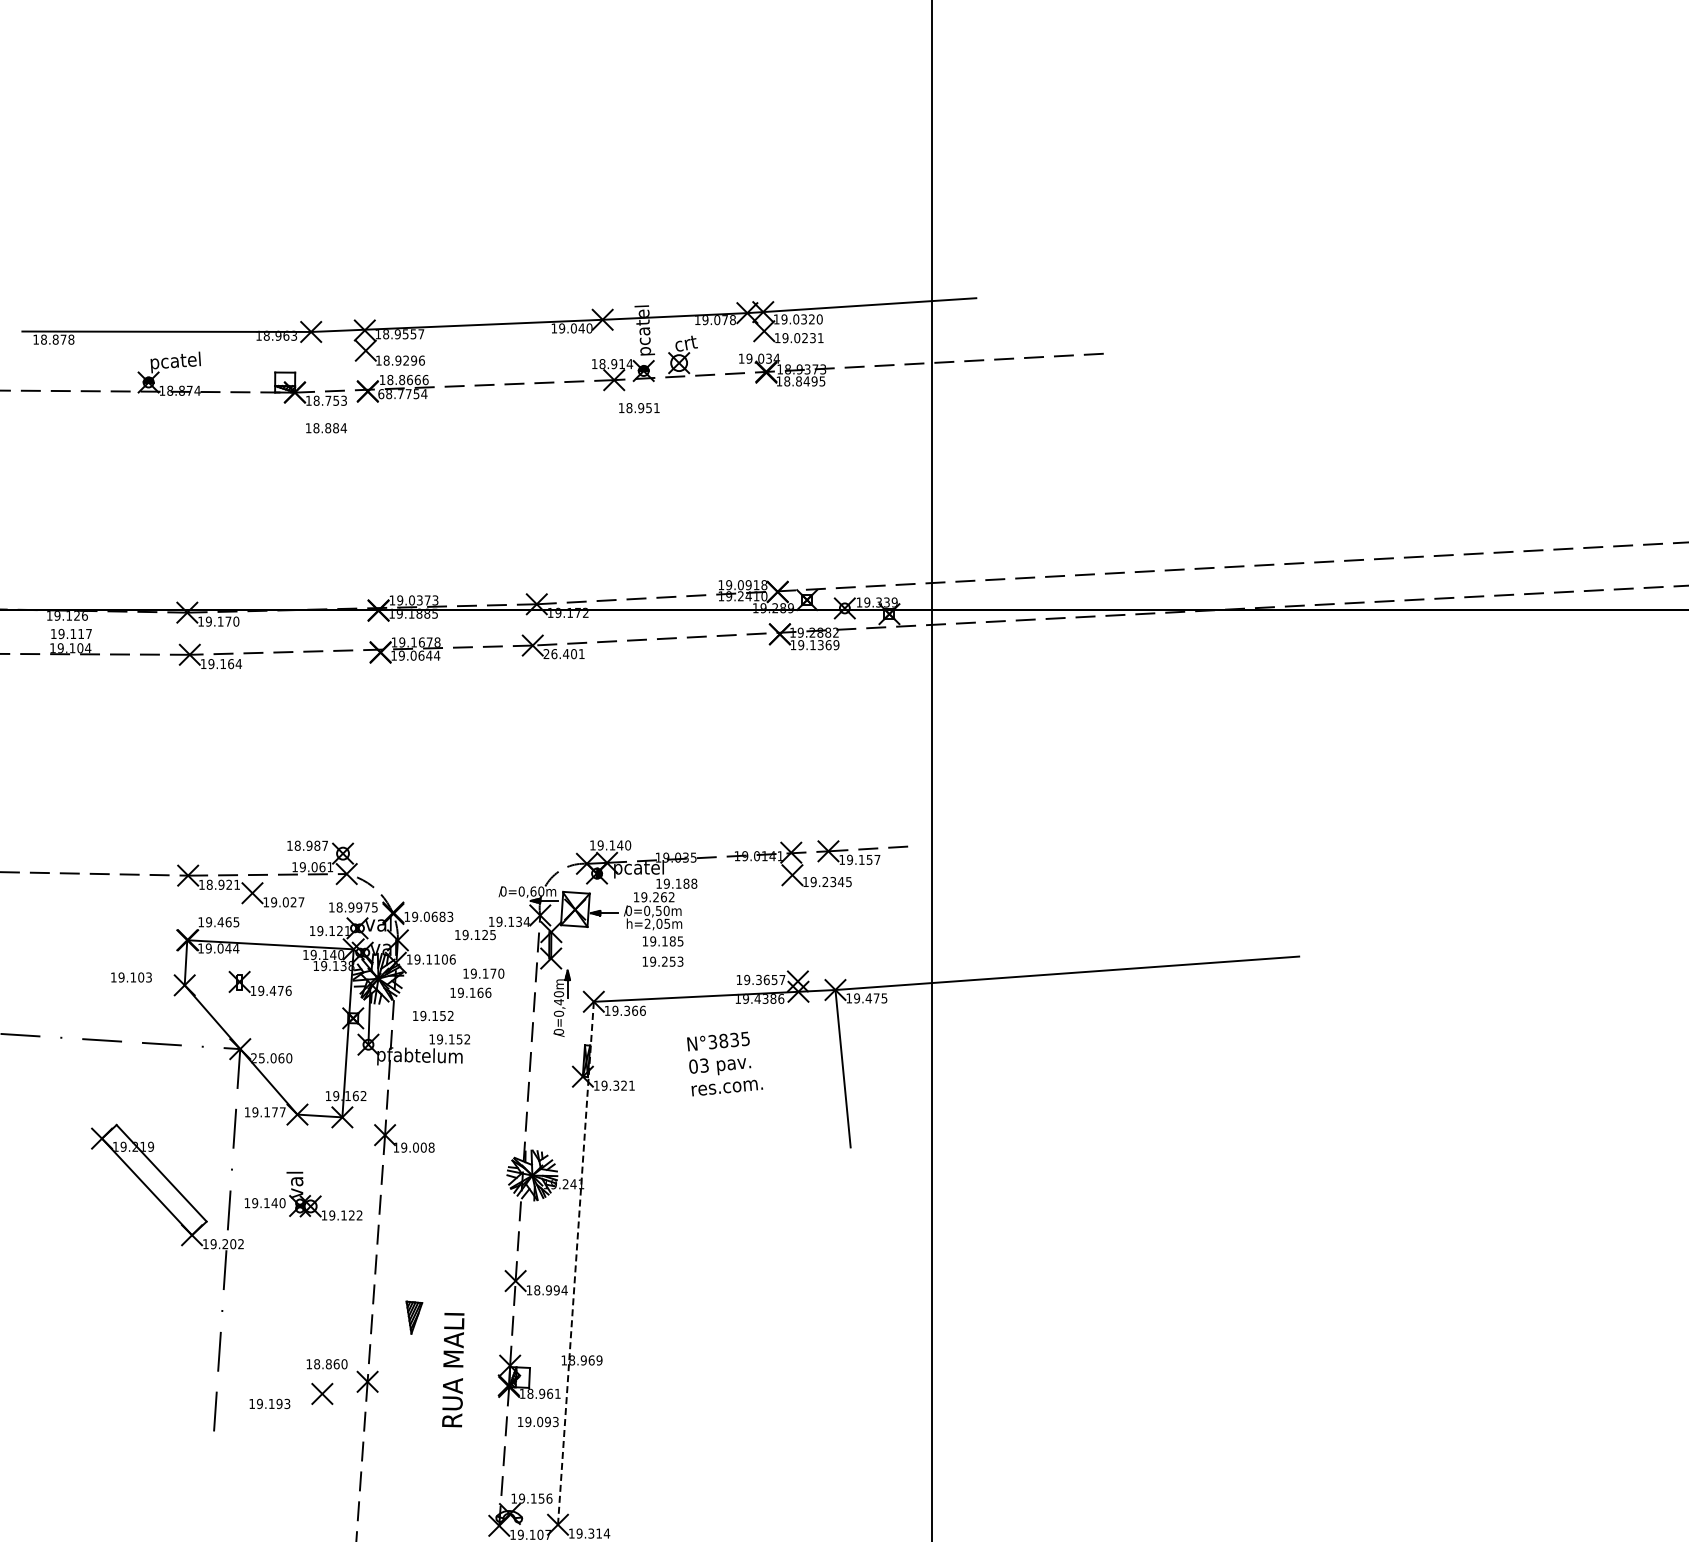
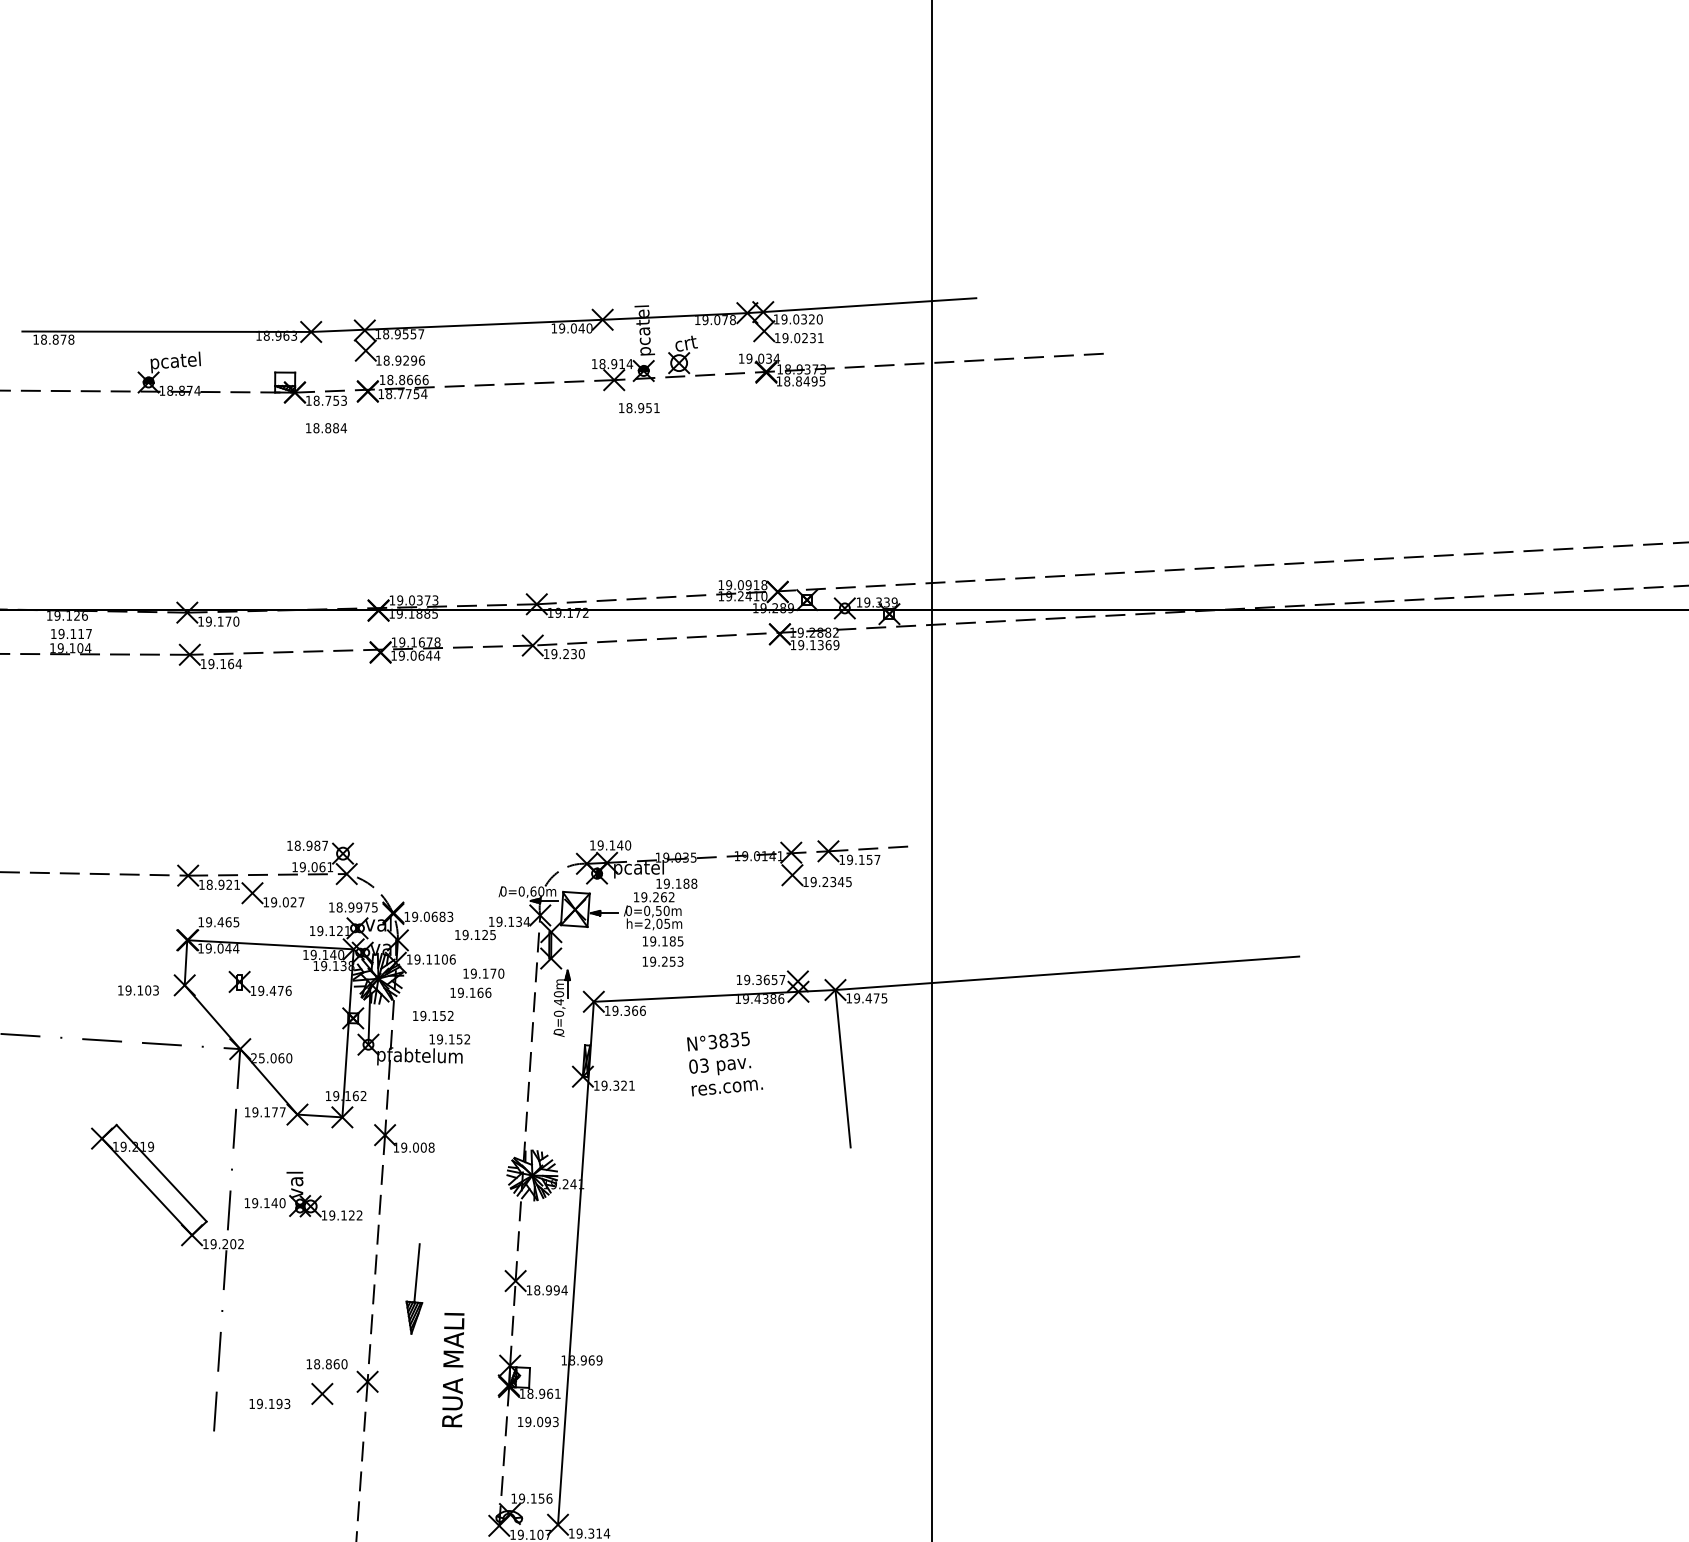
text at (381, 394): 68.7754 -> 18.7754
text at (563, 654): 26.401 -> 19.230
text at (131, 977) position: (131, 977) -> (138, 990)
line at (575, 1262): dashed -> solid
line at (416, 1273): none -> present
